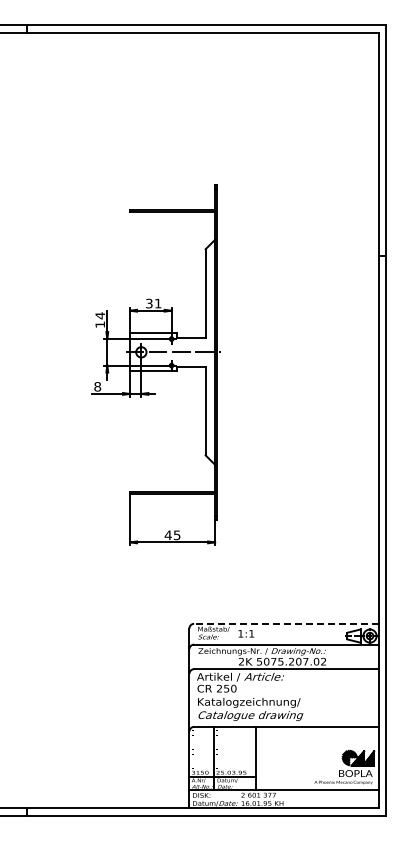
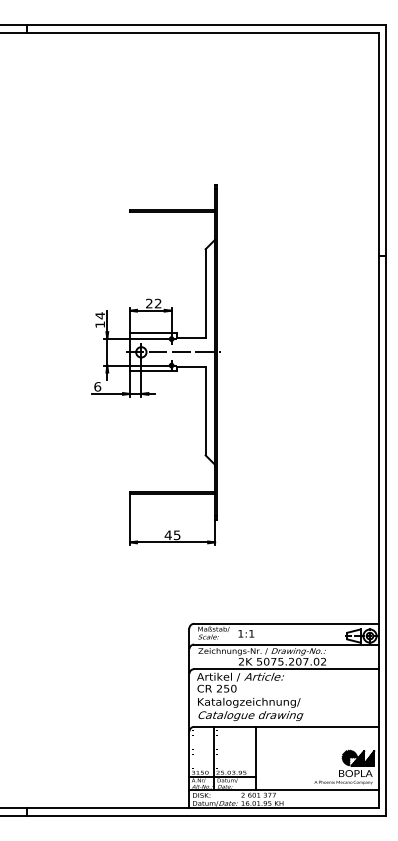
text at (153, 303): 31 -> 22
text at (97, 386): 8 -> 6
line at (285, 623): dashed -> solid
